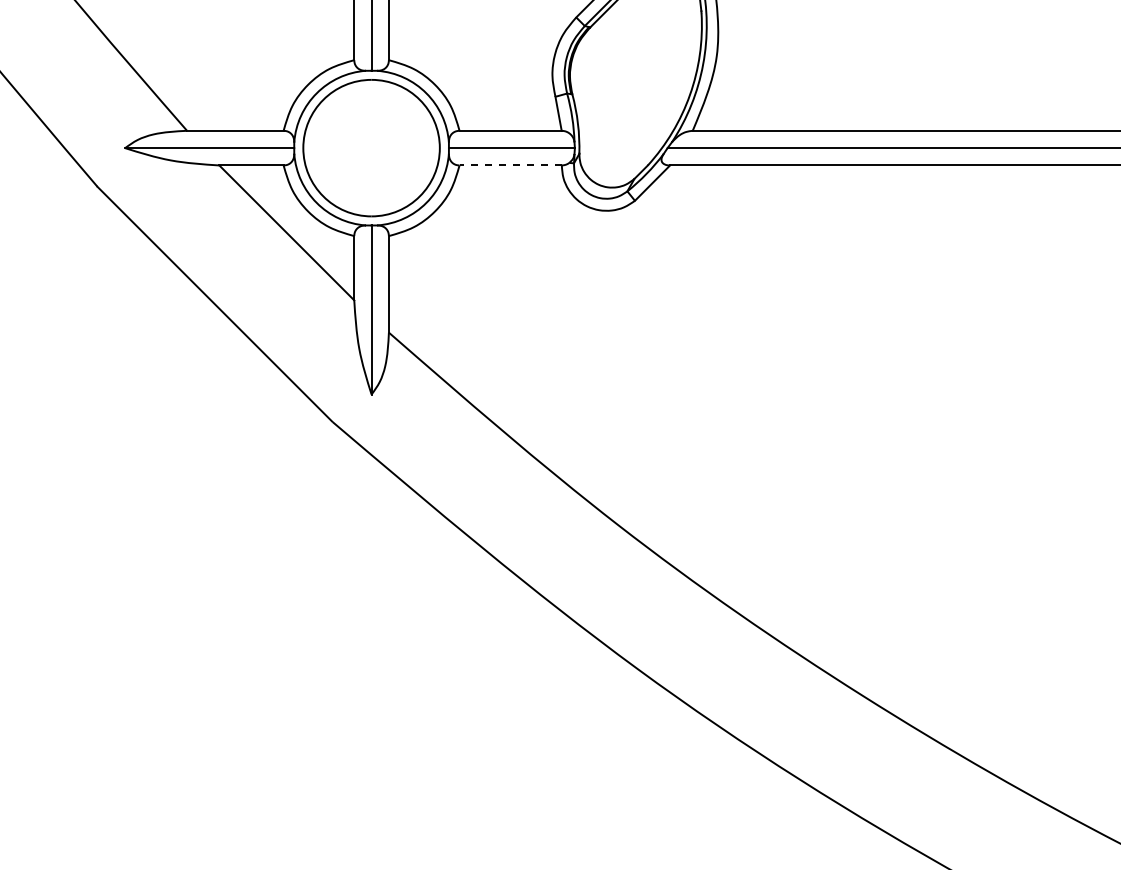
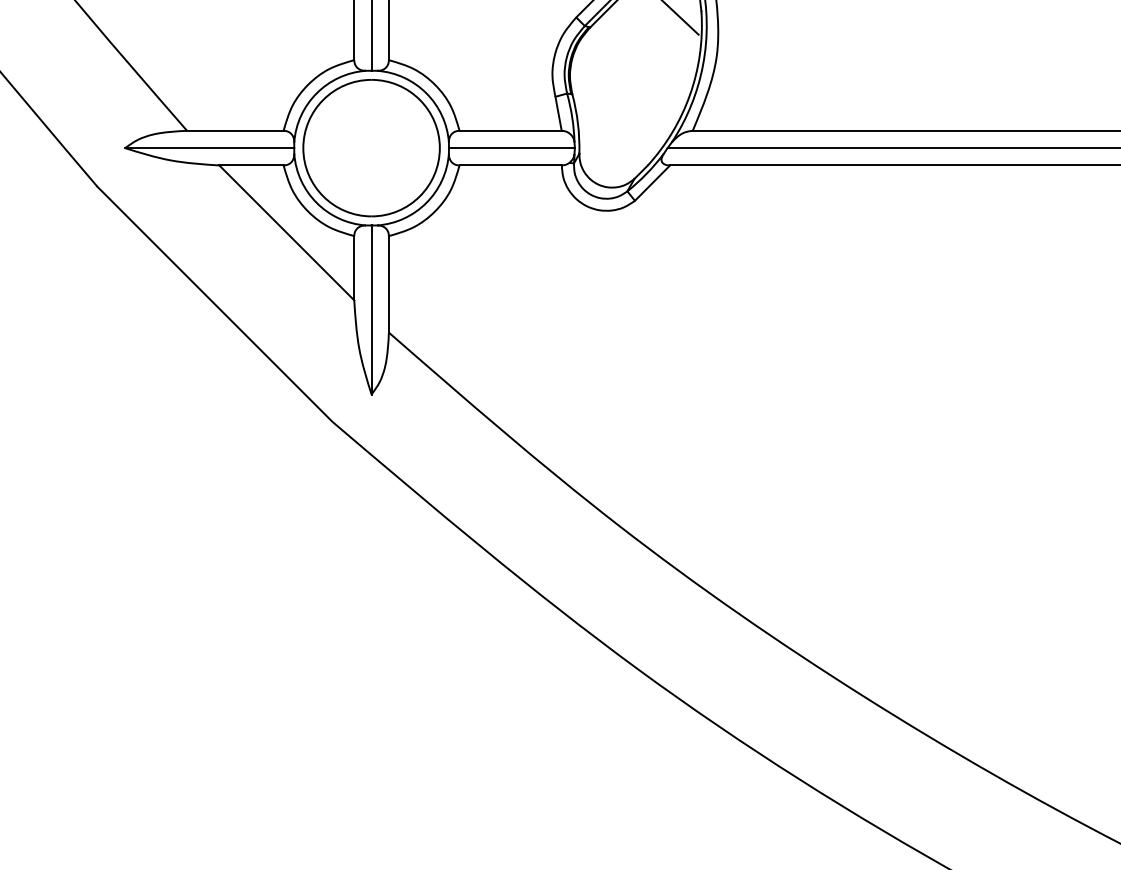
line at (680, 18): none -> present
line at (510, 165): dashed -> solid
